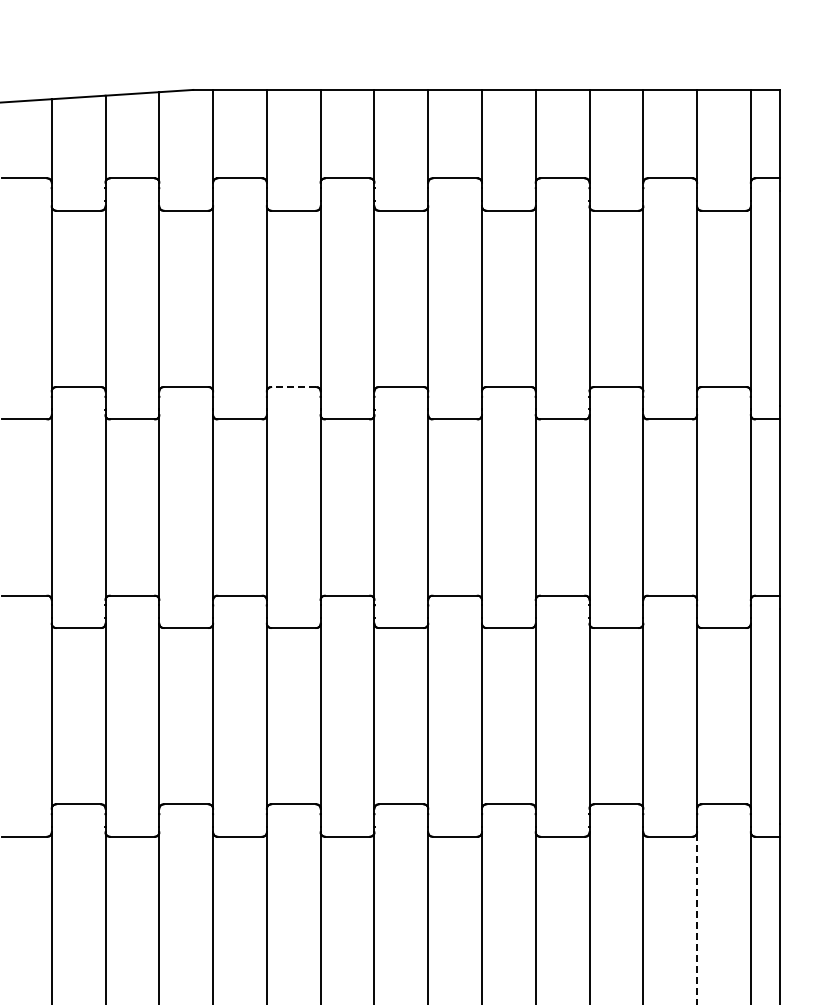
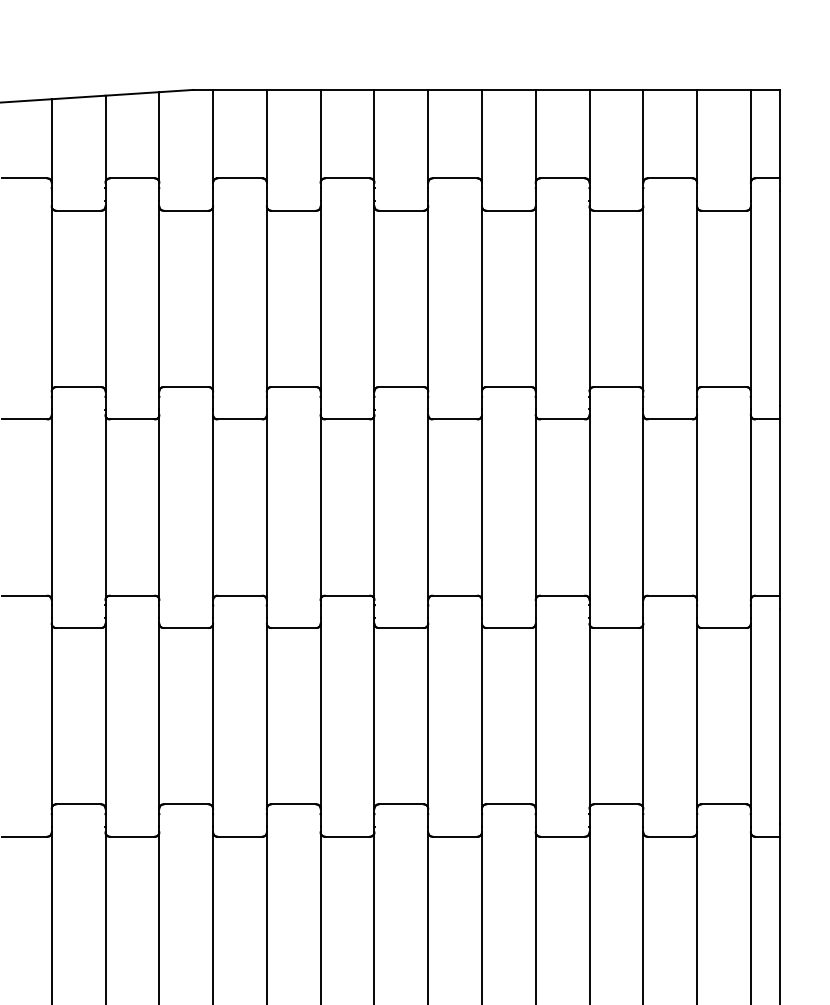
line at (293, 387): dashed -> solid
line at (697, 917): dashed -> solid
